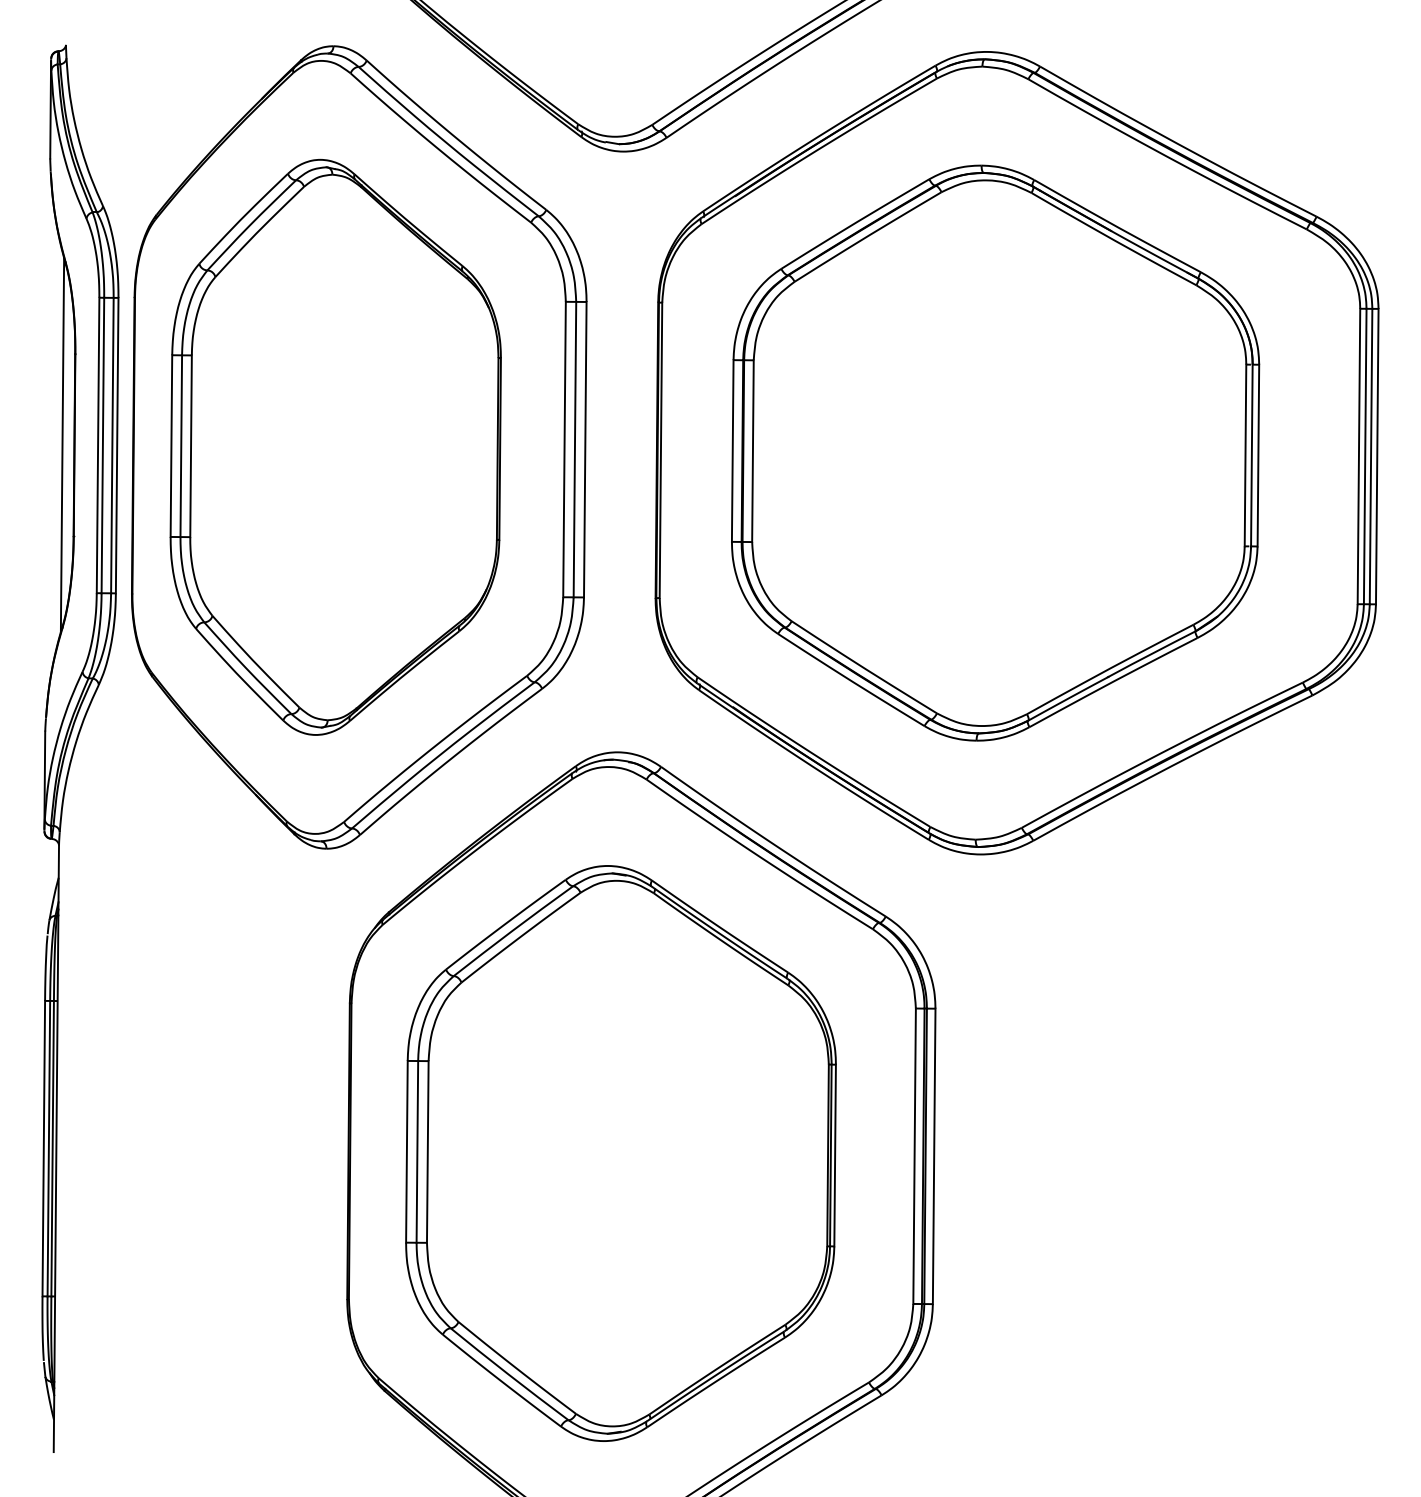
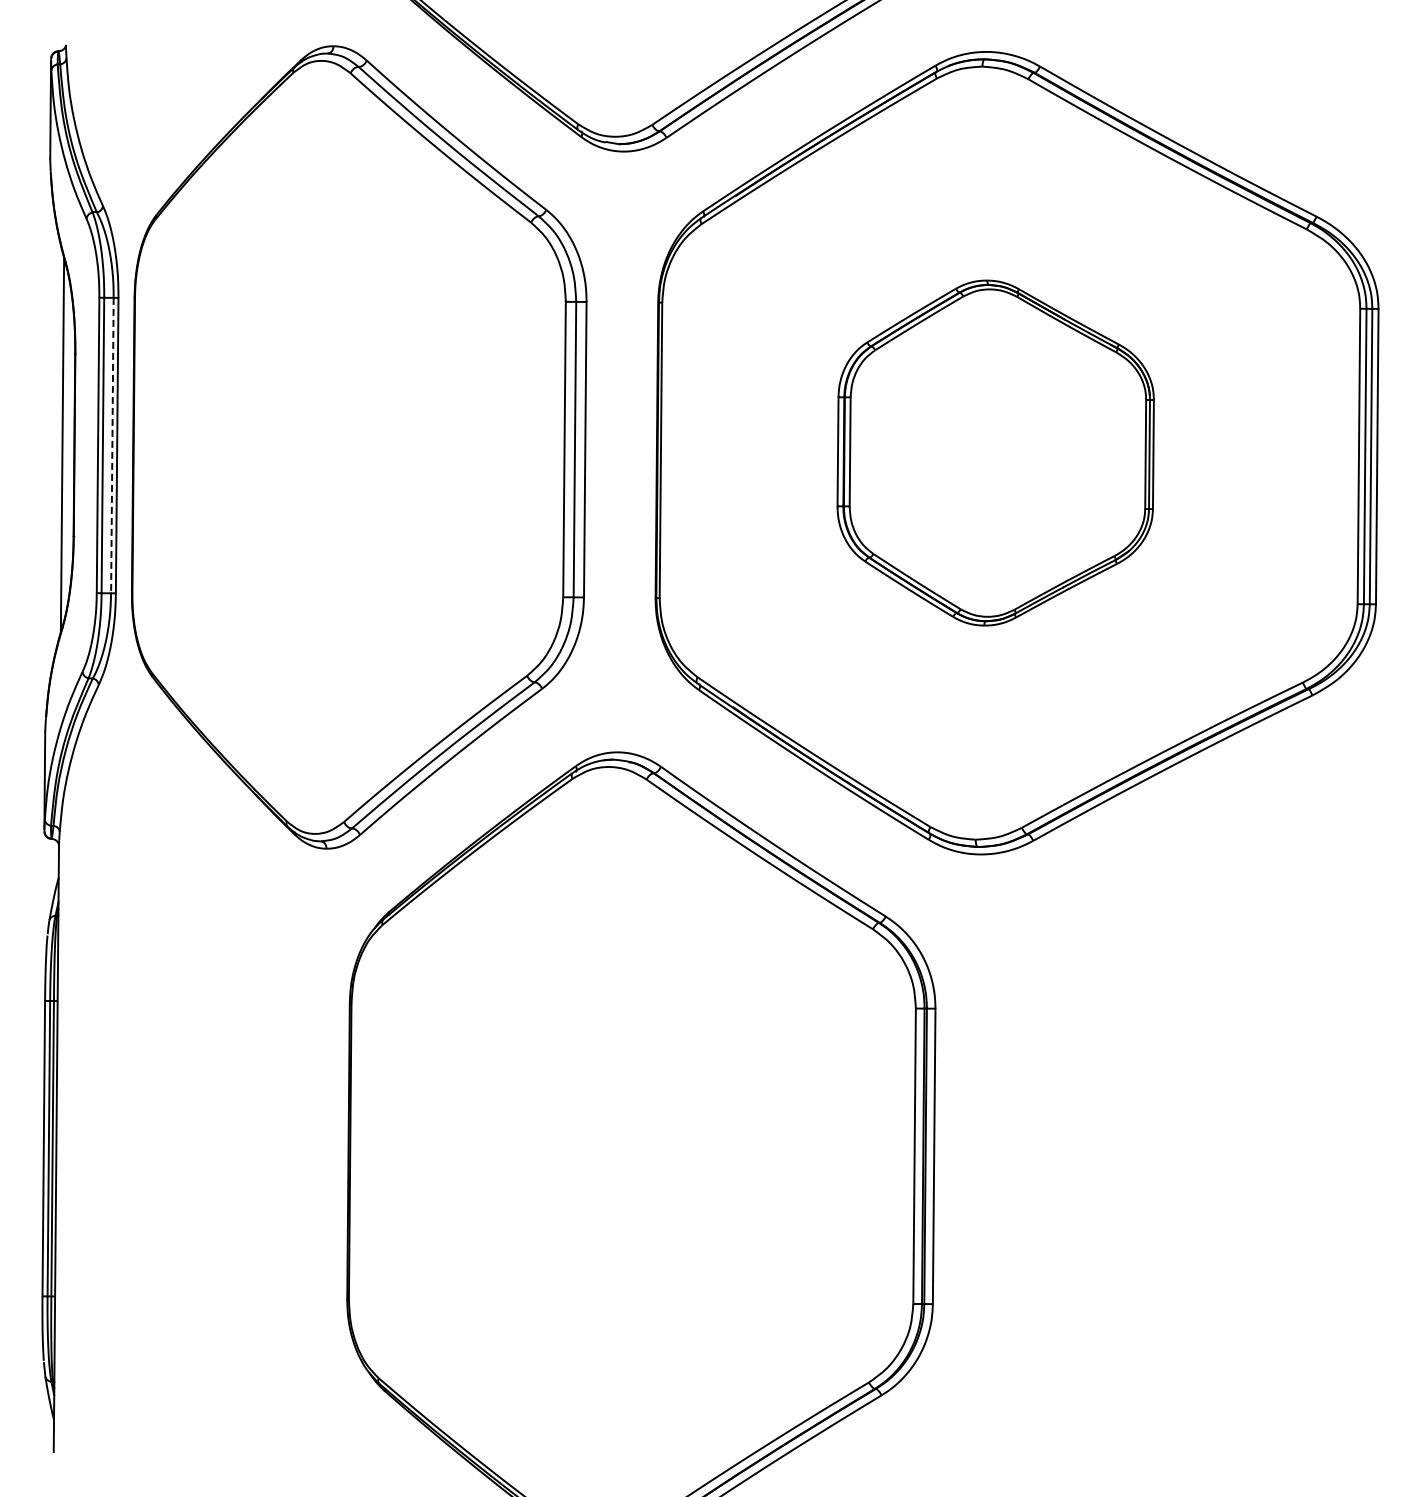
line at (112, 445): solid -> dashed
part at (335, 446): present -> none
part at (995, 452) size: 530x578 px -> 319x348 px
part at (620, 1153): present -> none
